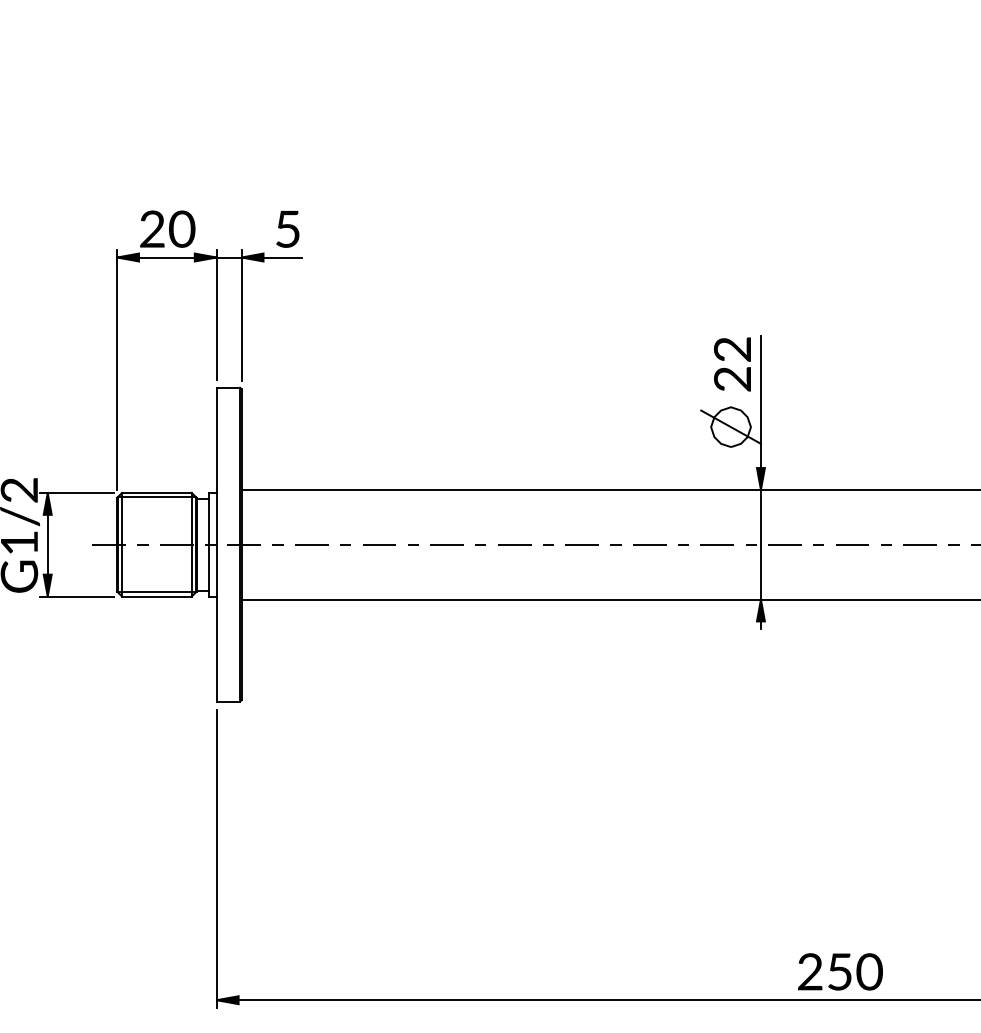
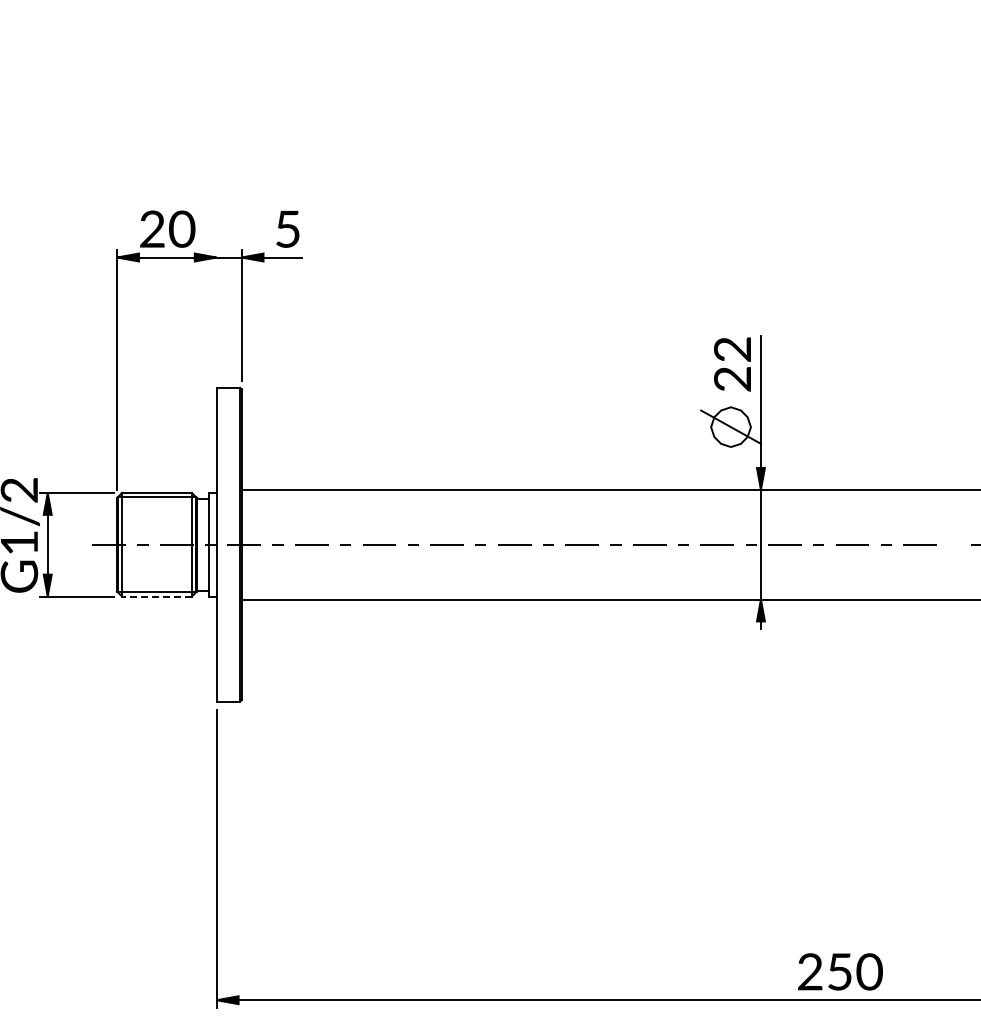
line at (216, 314): present -> none
line at (953, 544): present -> none
line at (156, 596): solid -> dashed
